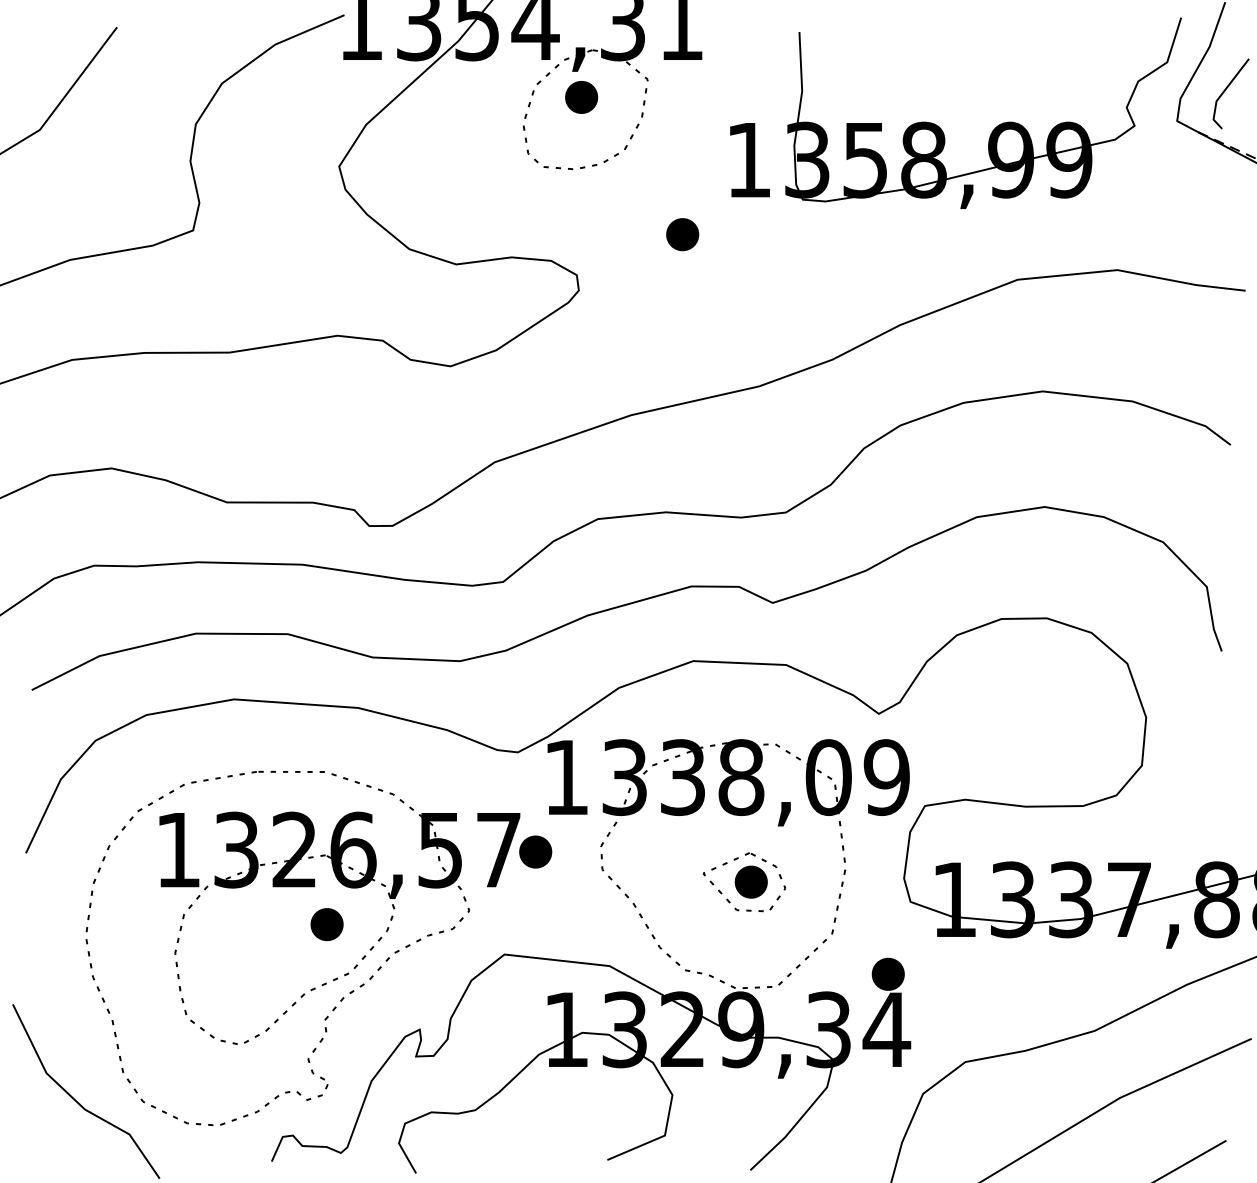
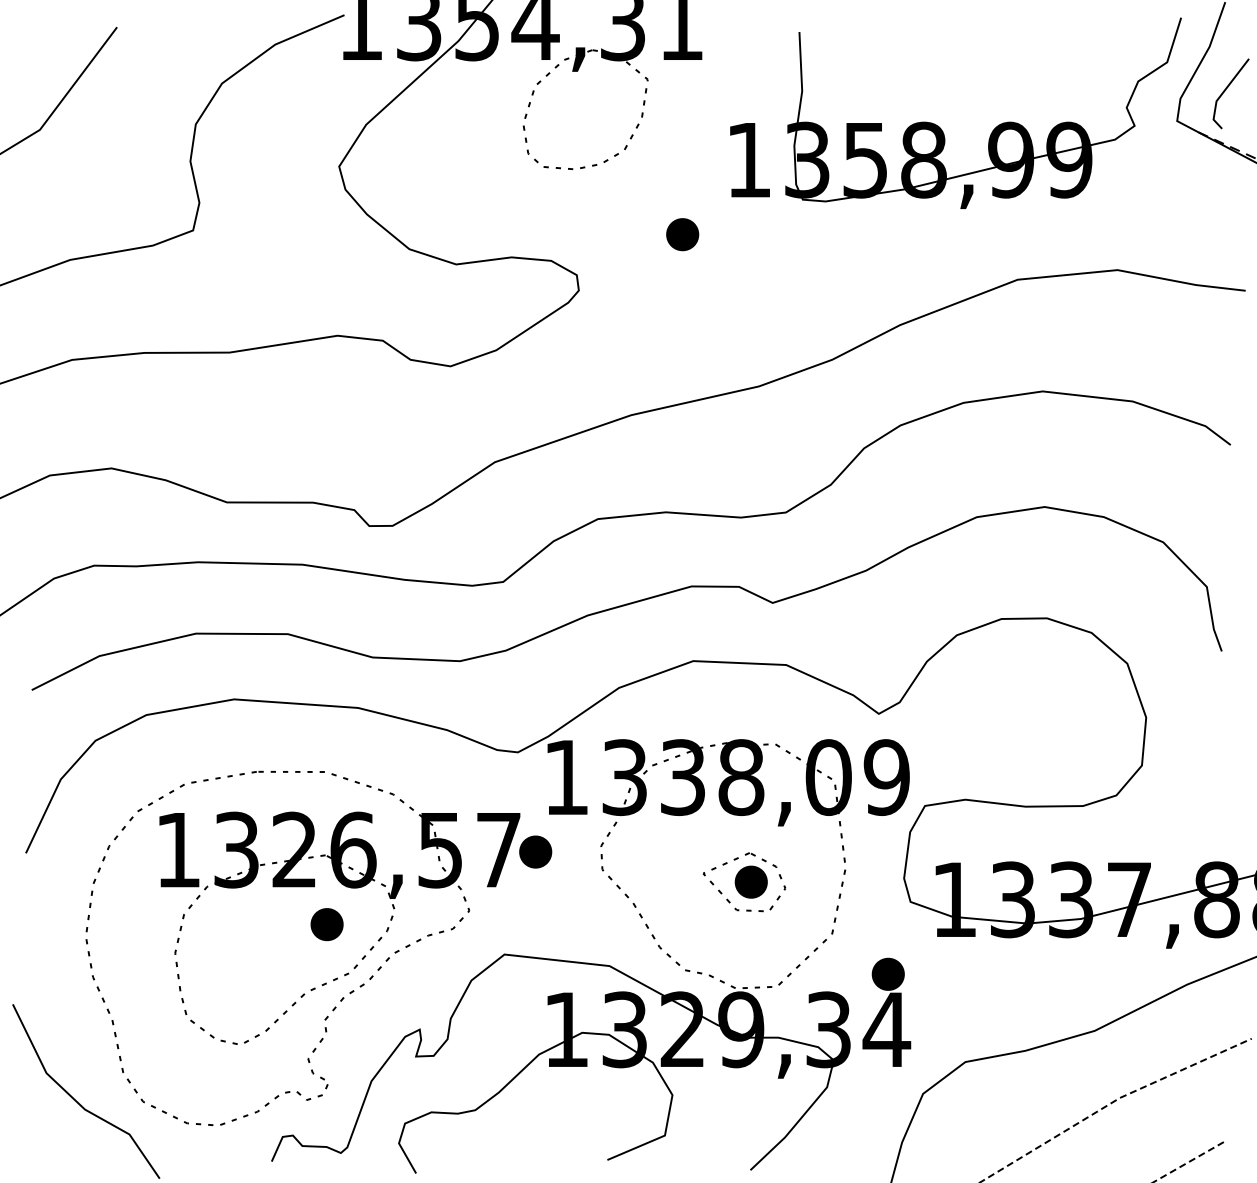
part at (581, 97): present -> none
line at (1112, 1102): solid -> dashed
line at (1189, 1161): solid -> dashed
